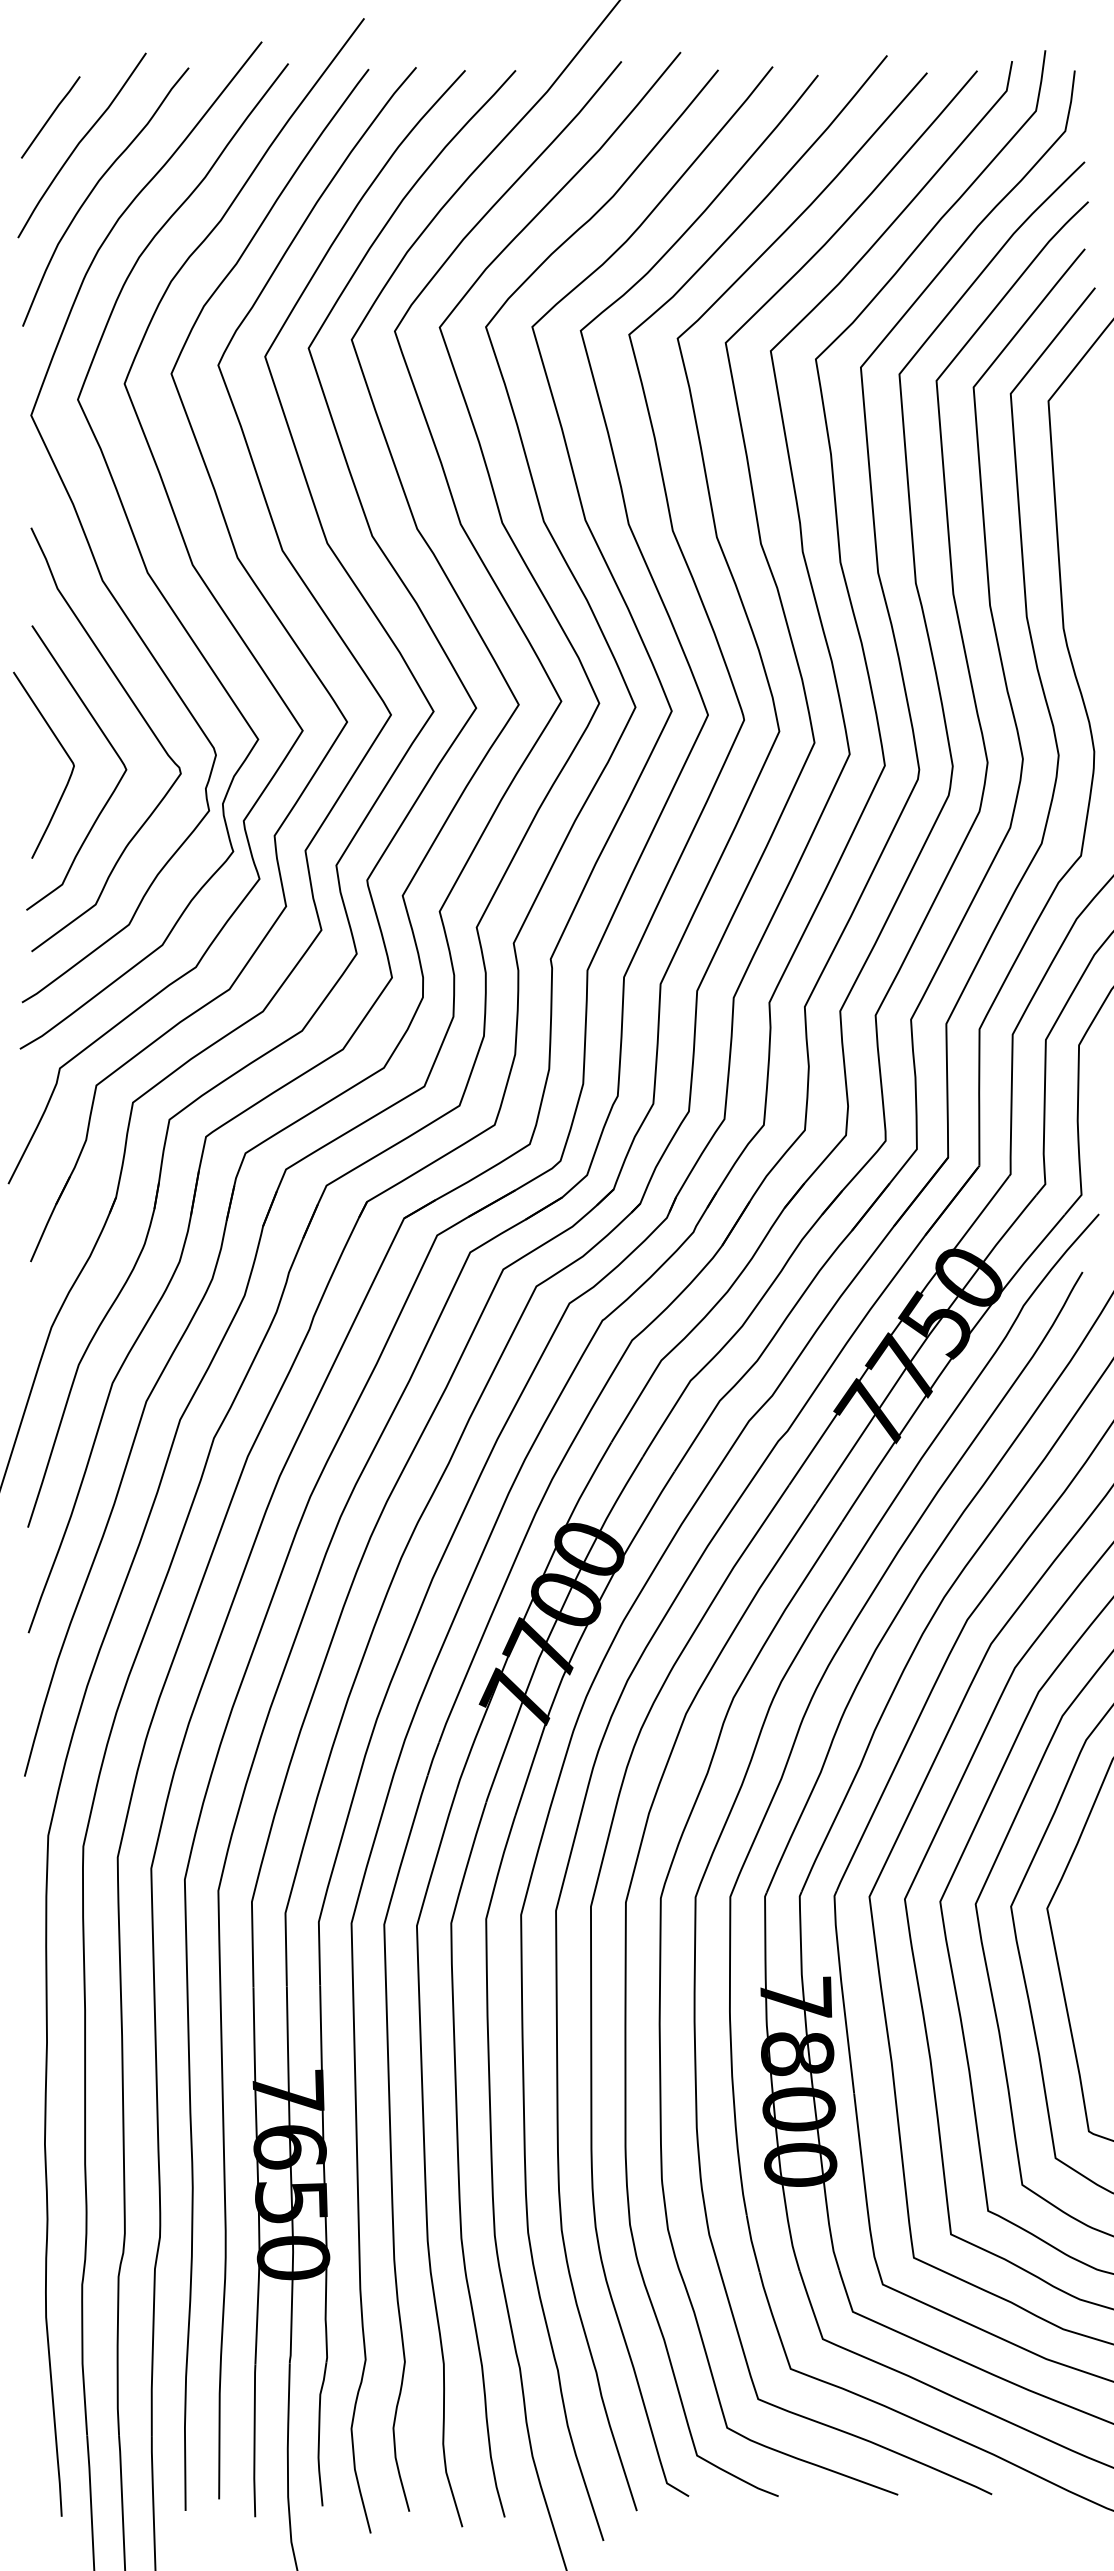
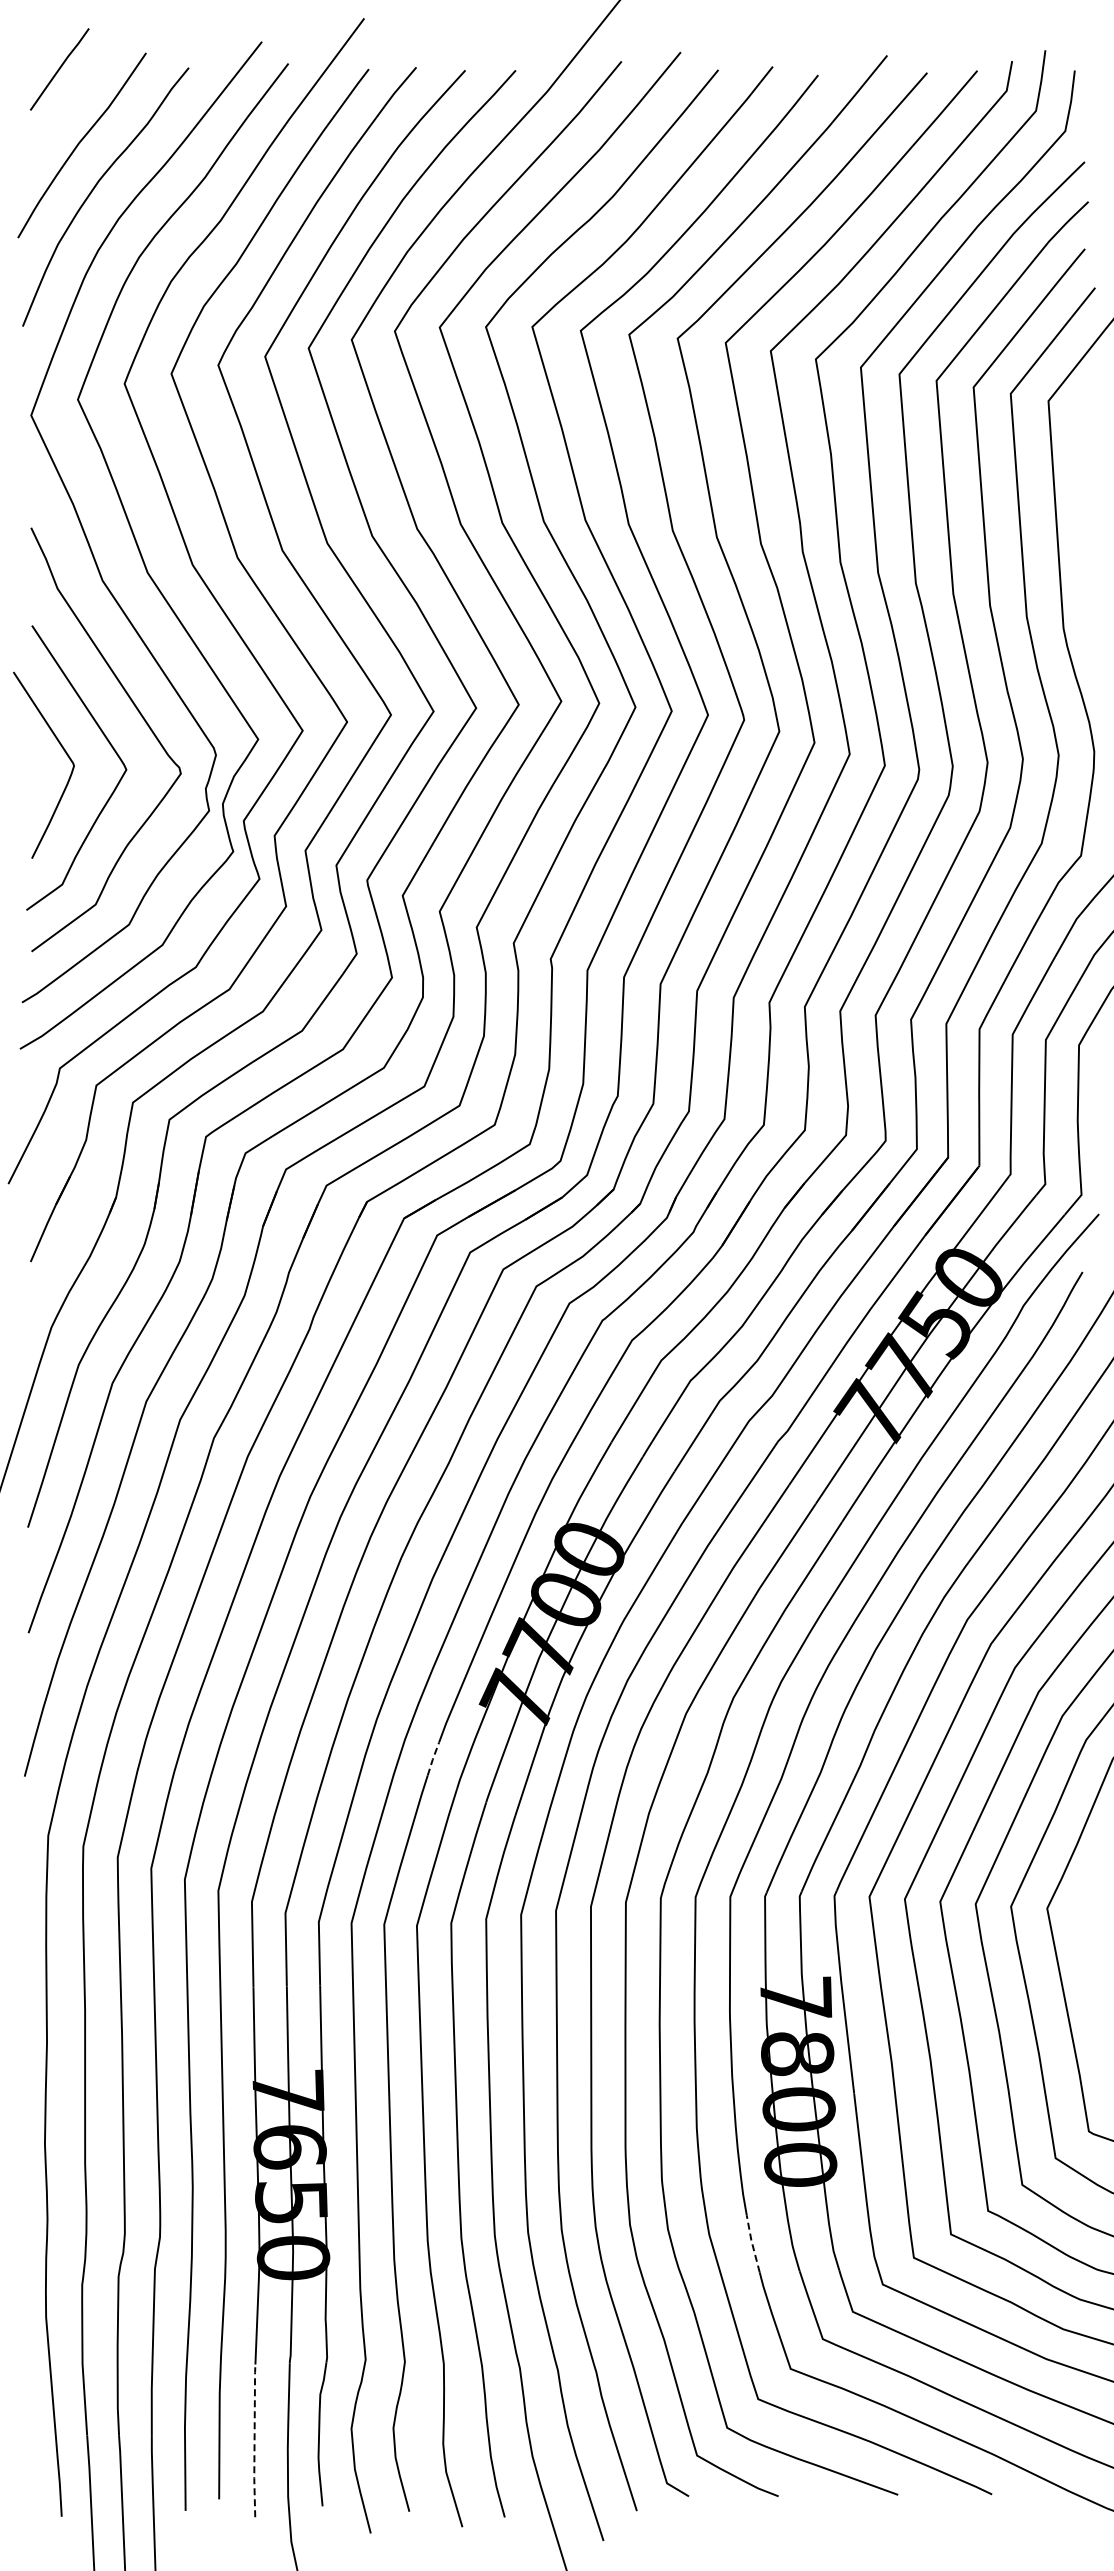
line at (50, 117) position: (50, 117) -> (59, 69)
line at (433, 1758): solid -> dashed
line at (751, 2242): solid -> dashed
line at (254, 2440): solid -> dashed
